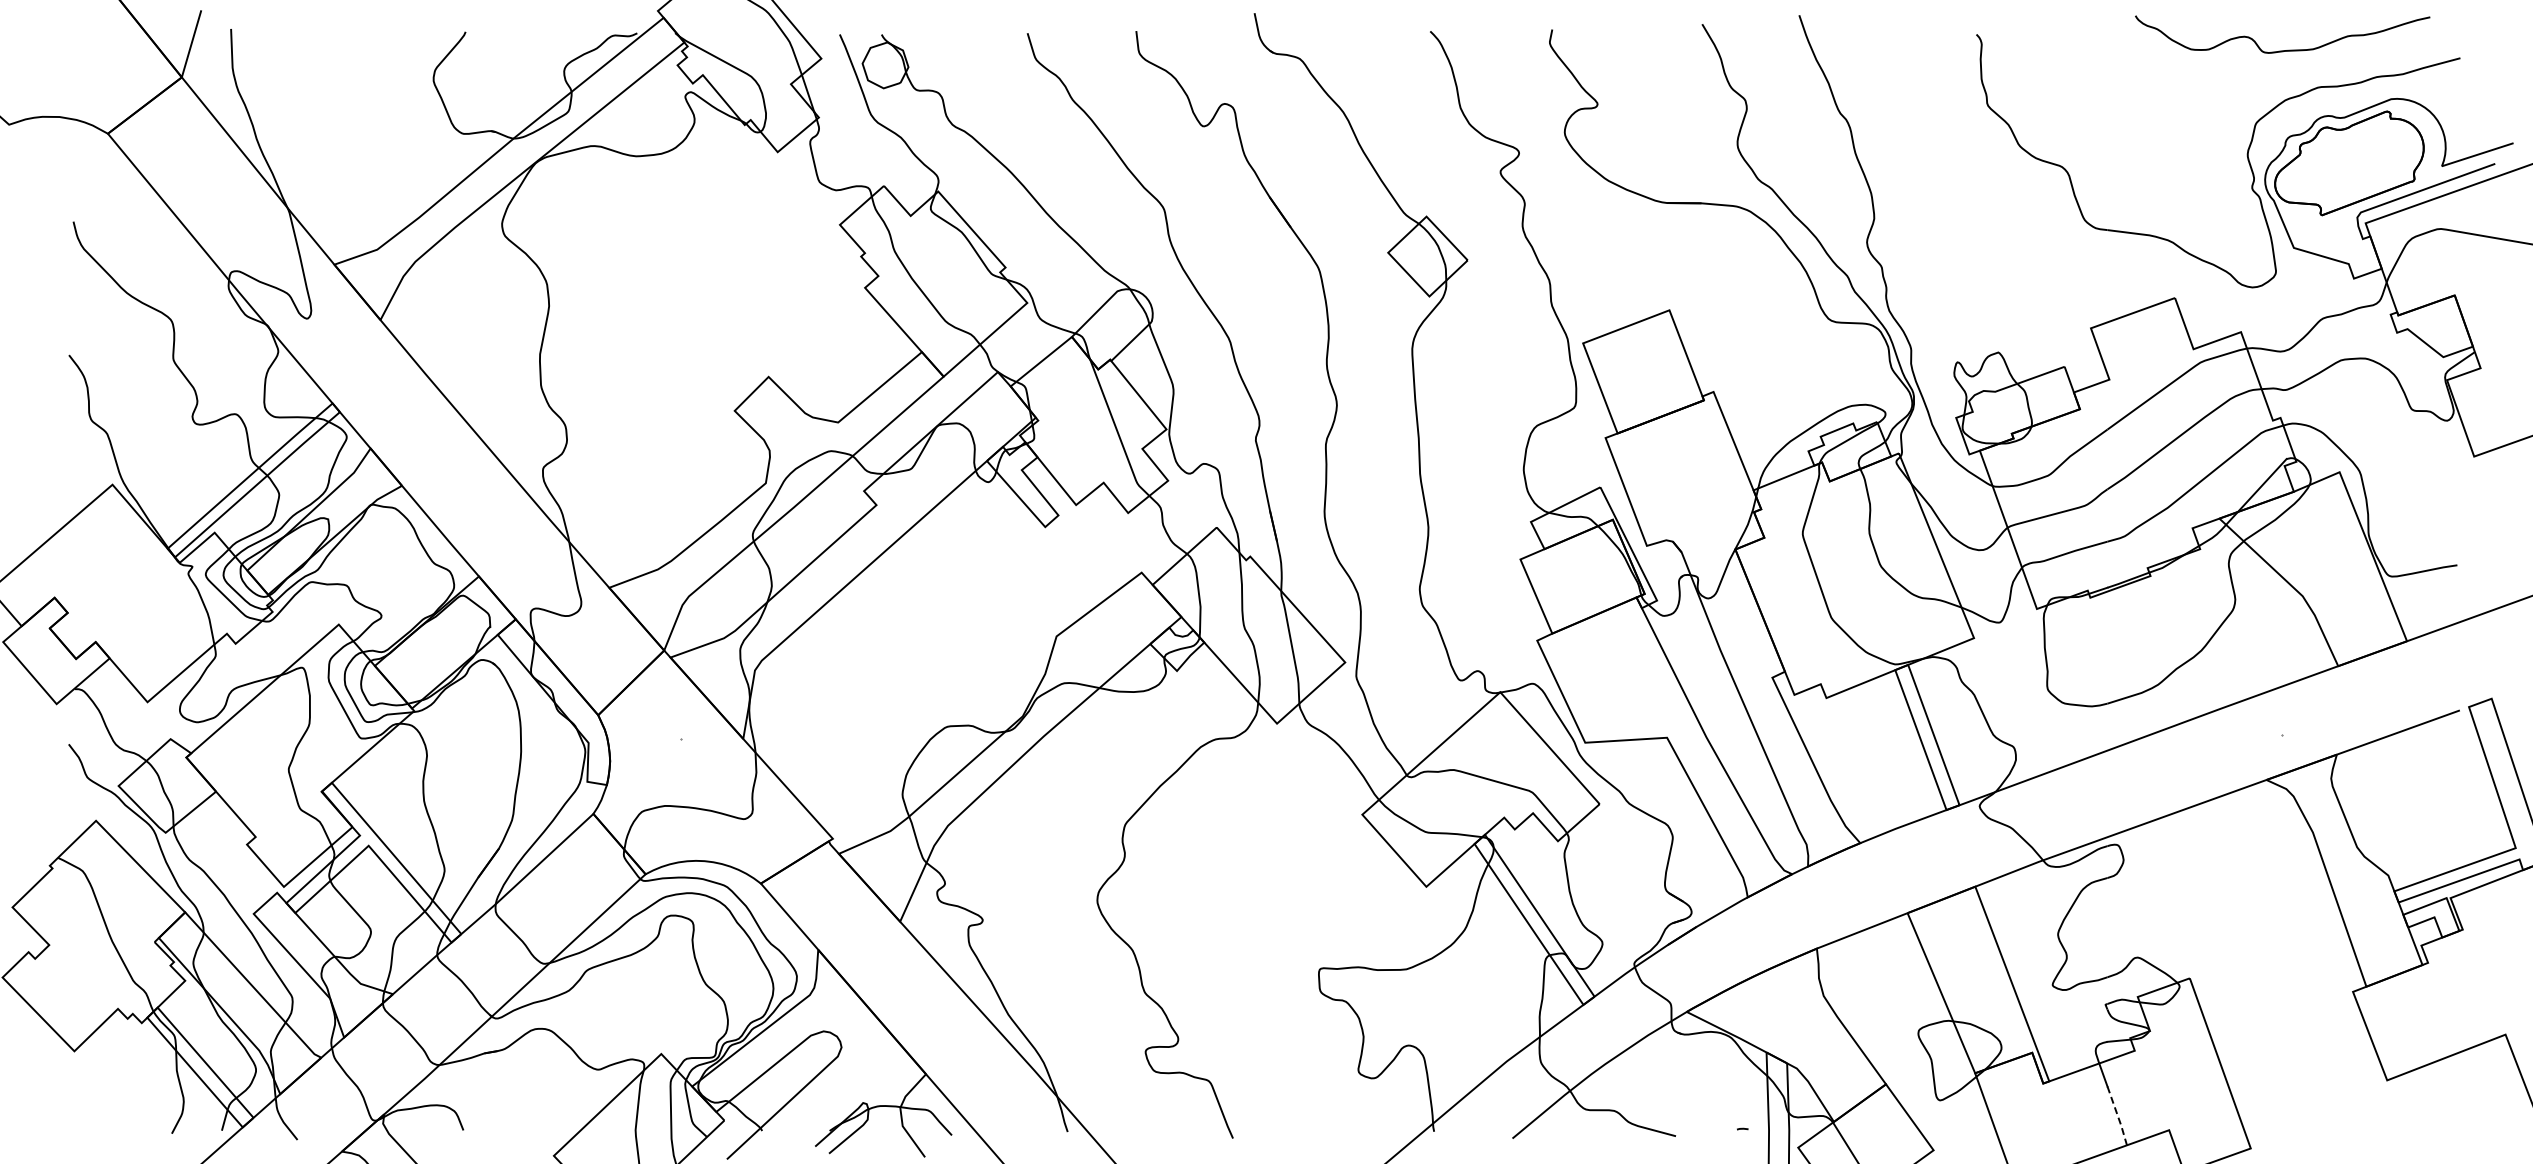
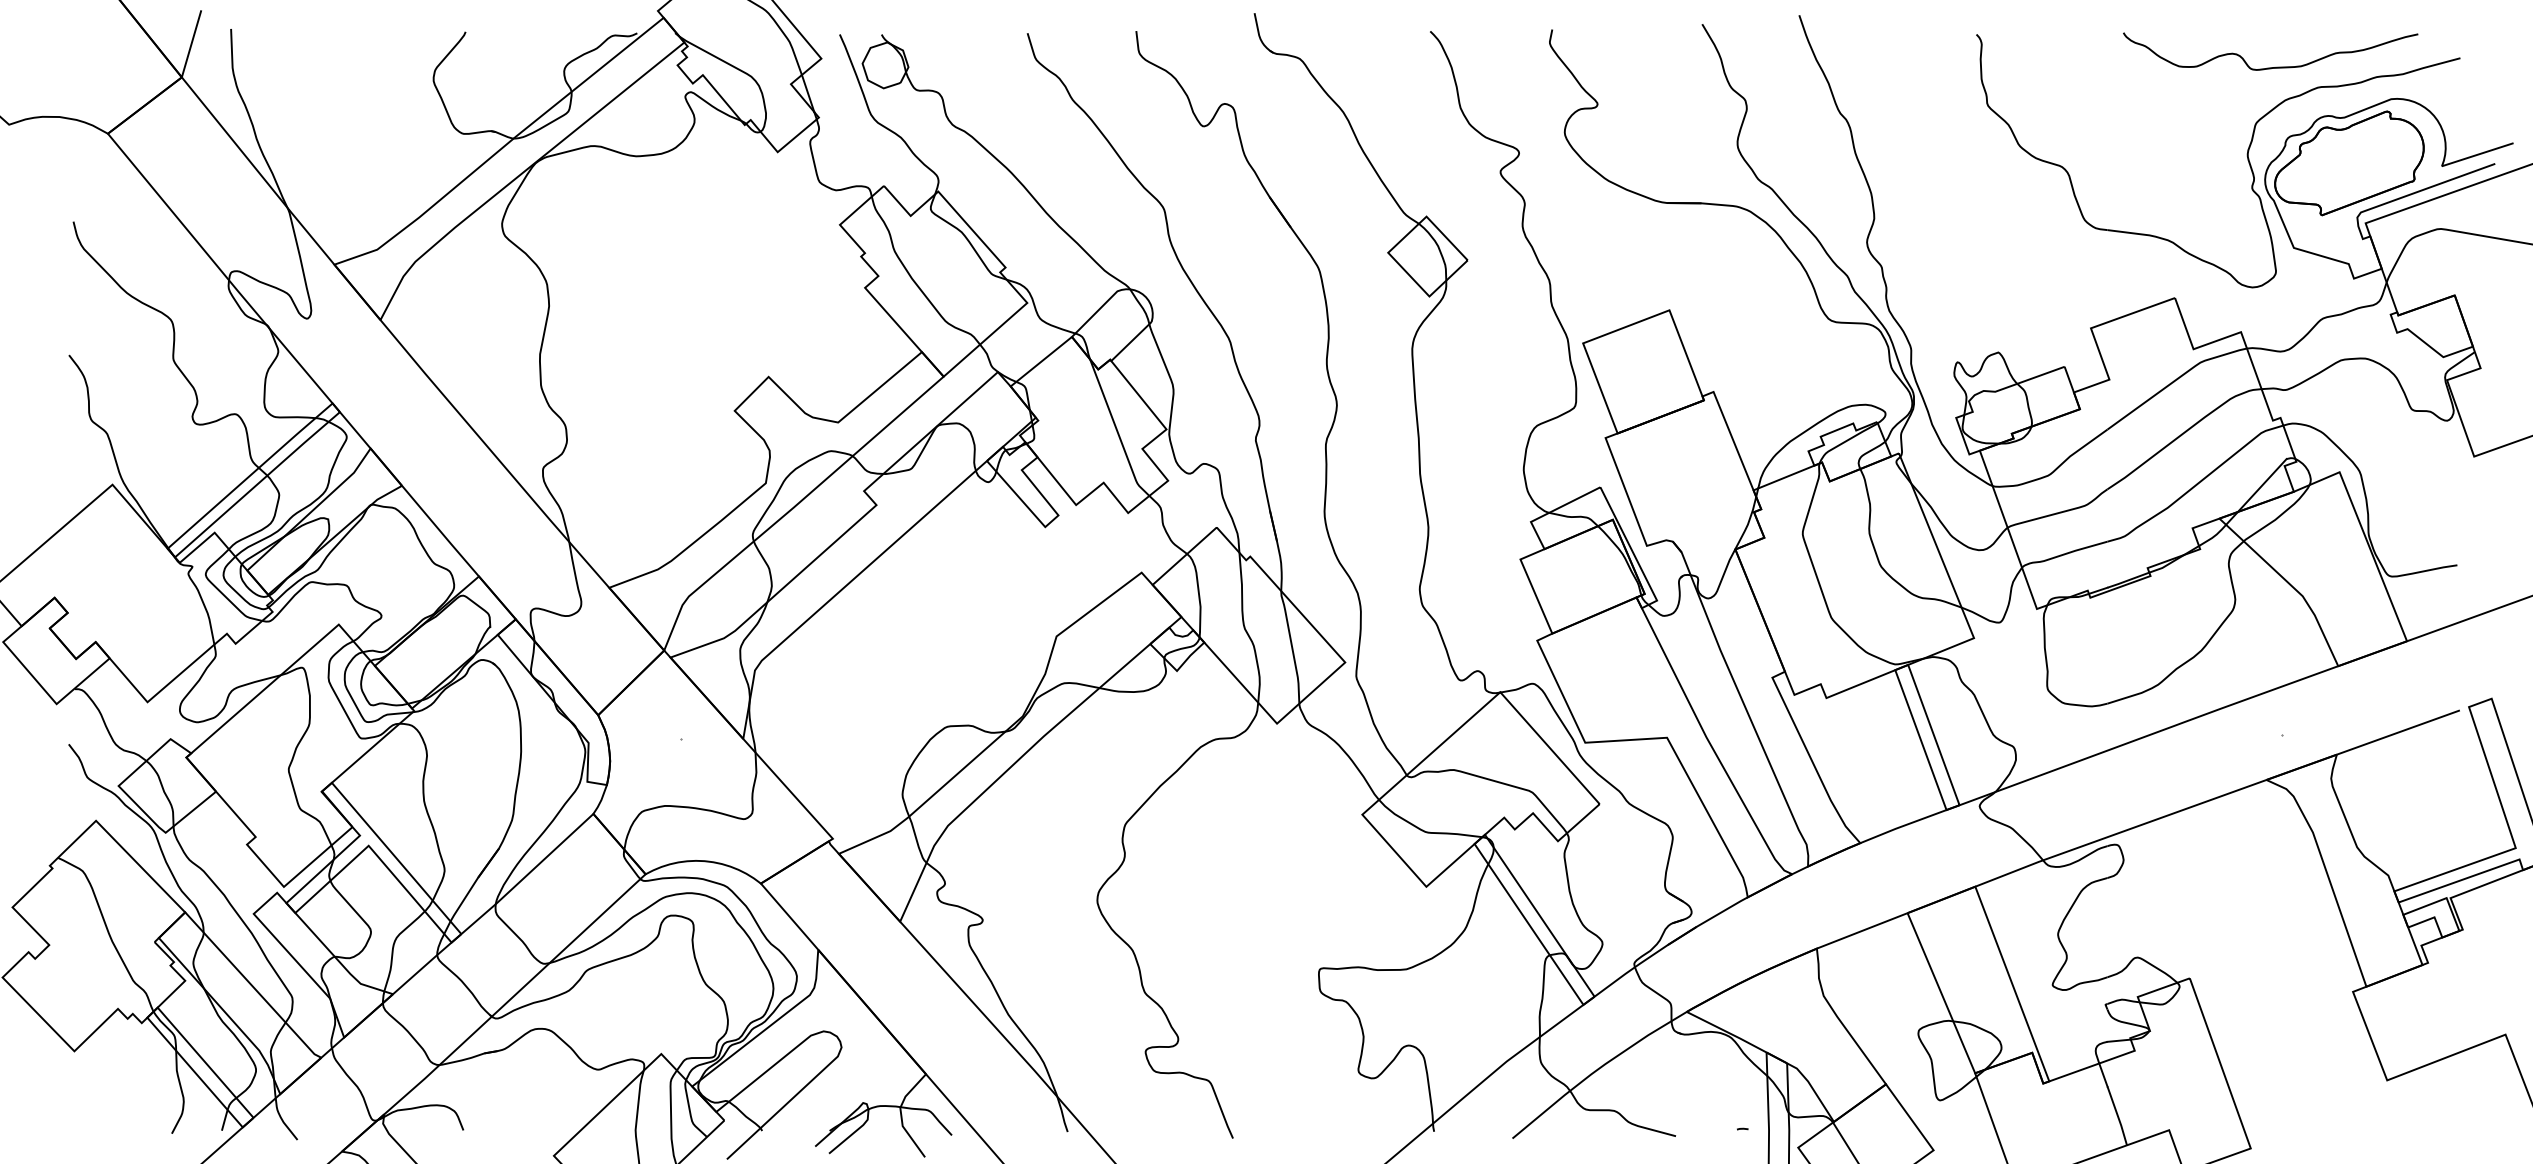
curve at (2282, 50) position: (2282, 50) -> (2270, 67)
line at (2117, 1116): dashed -> solid
